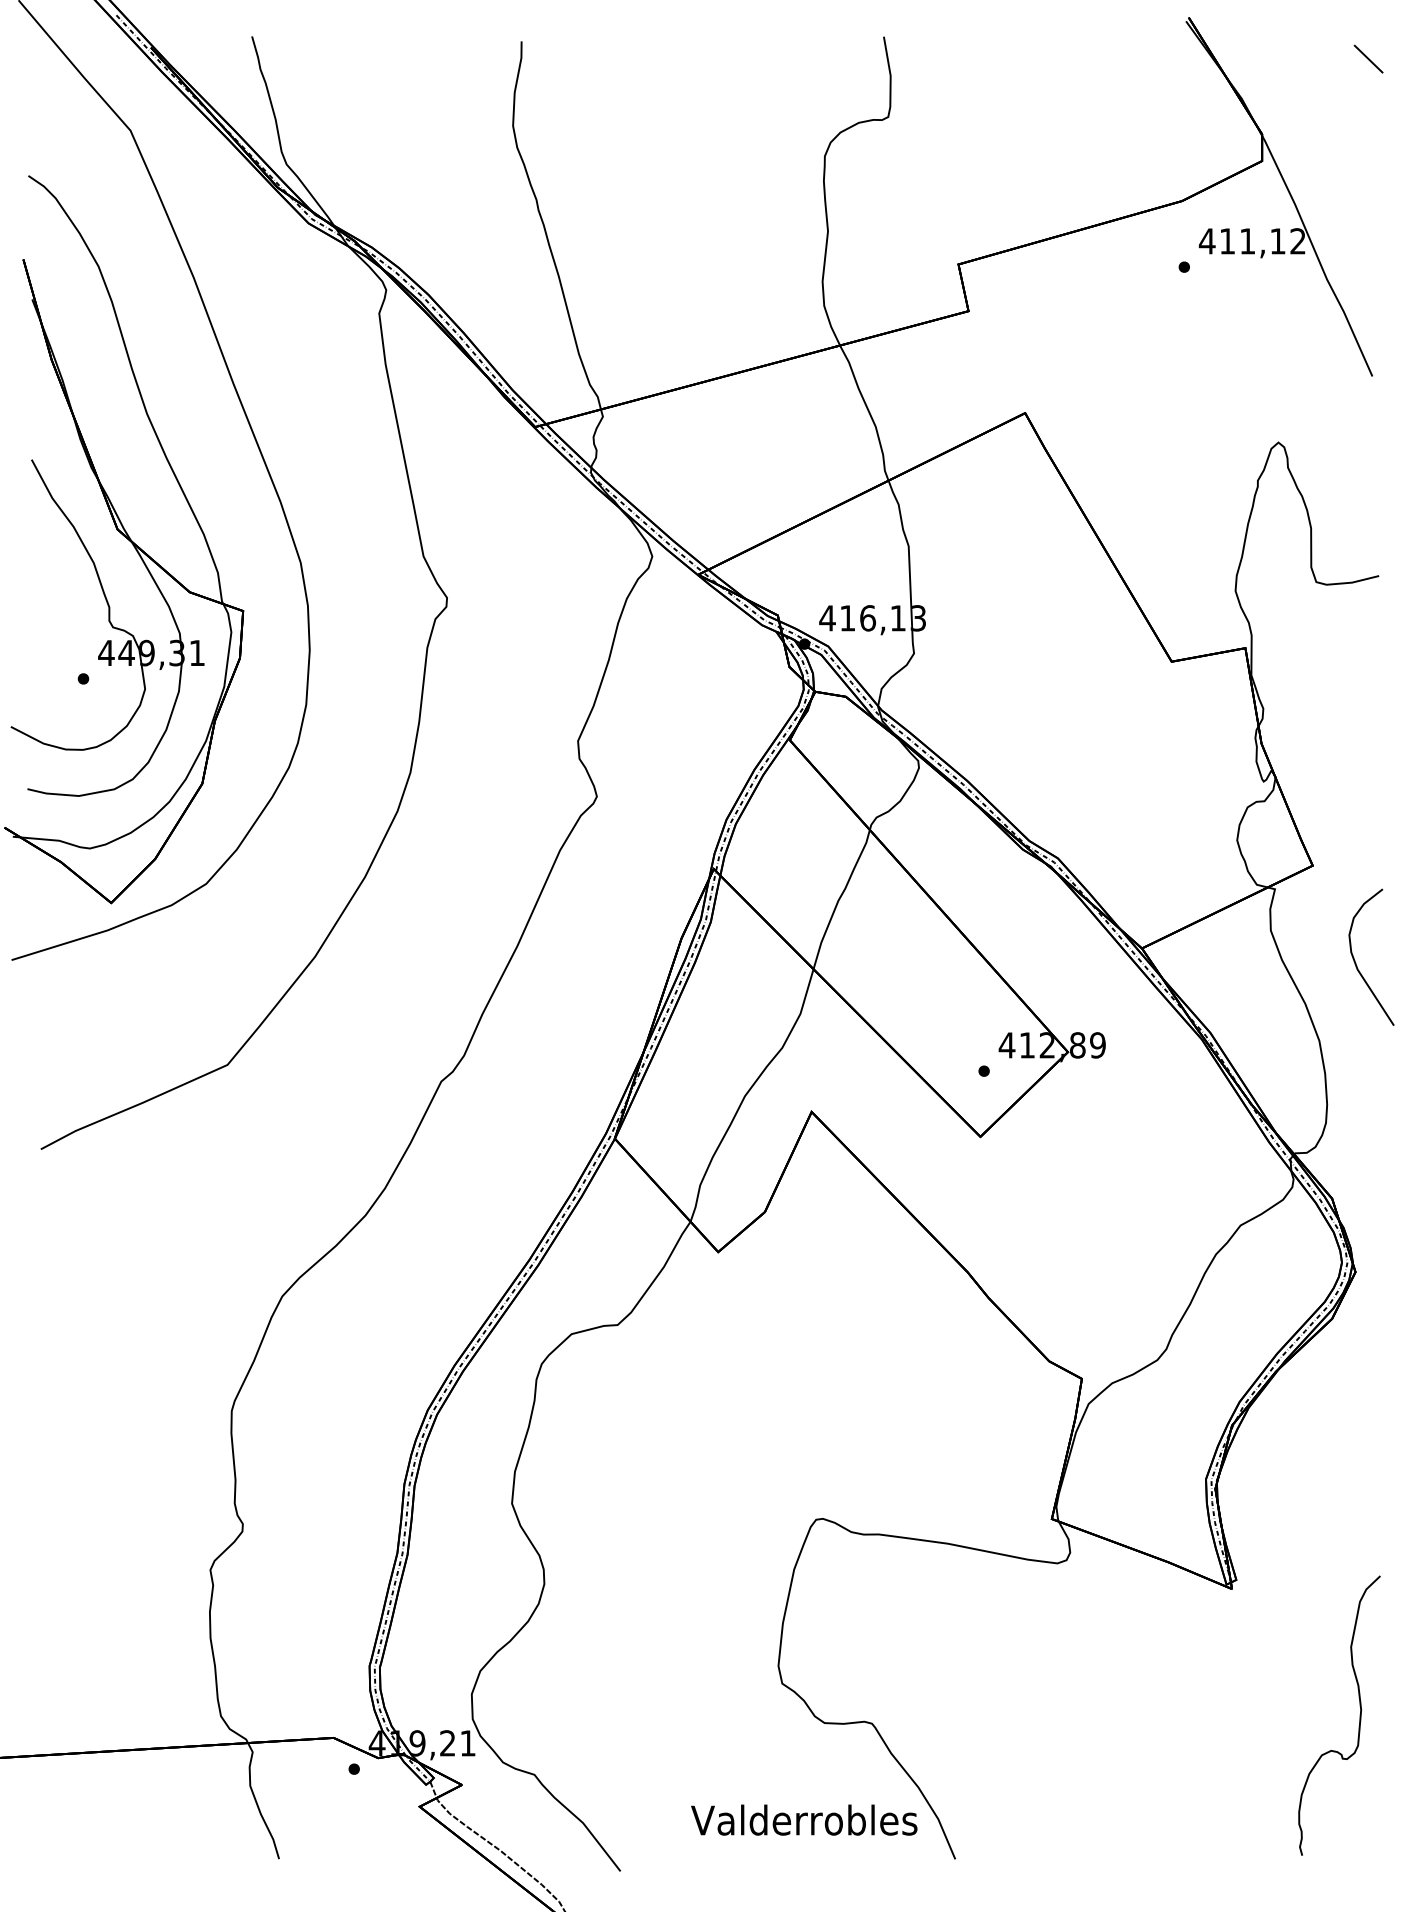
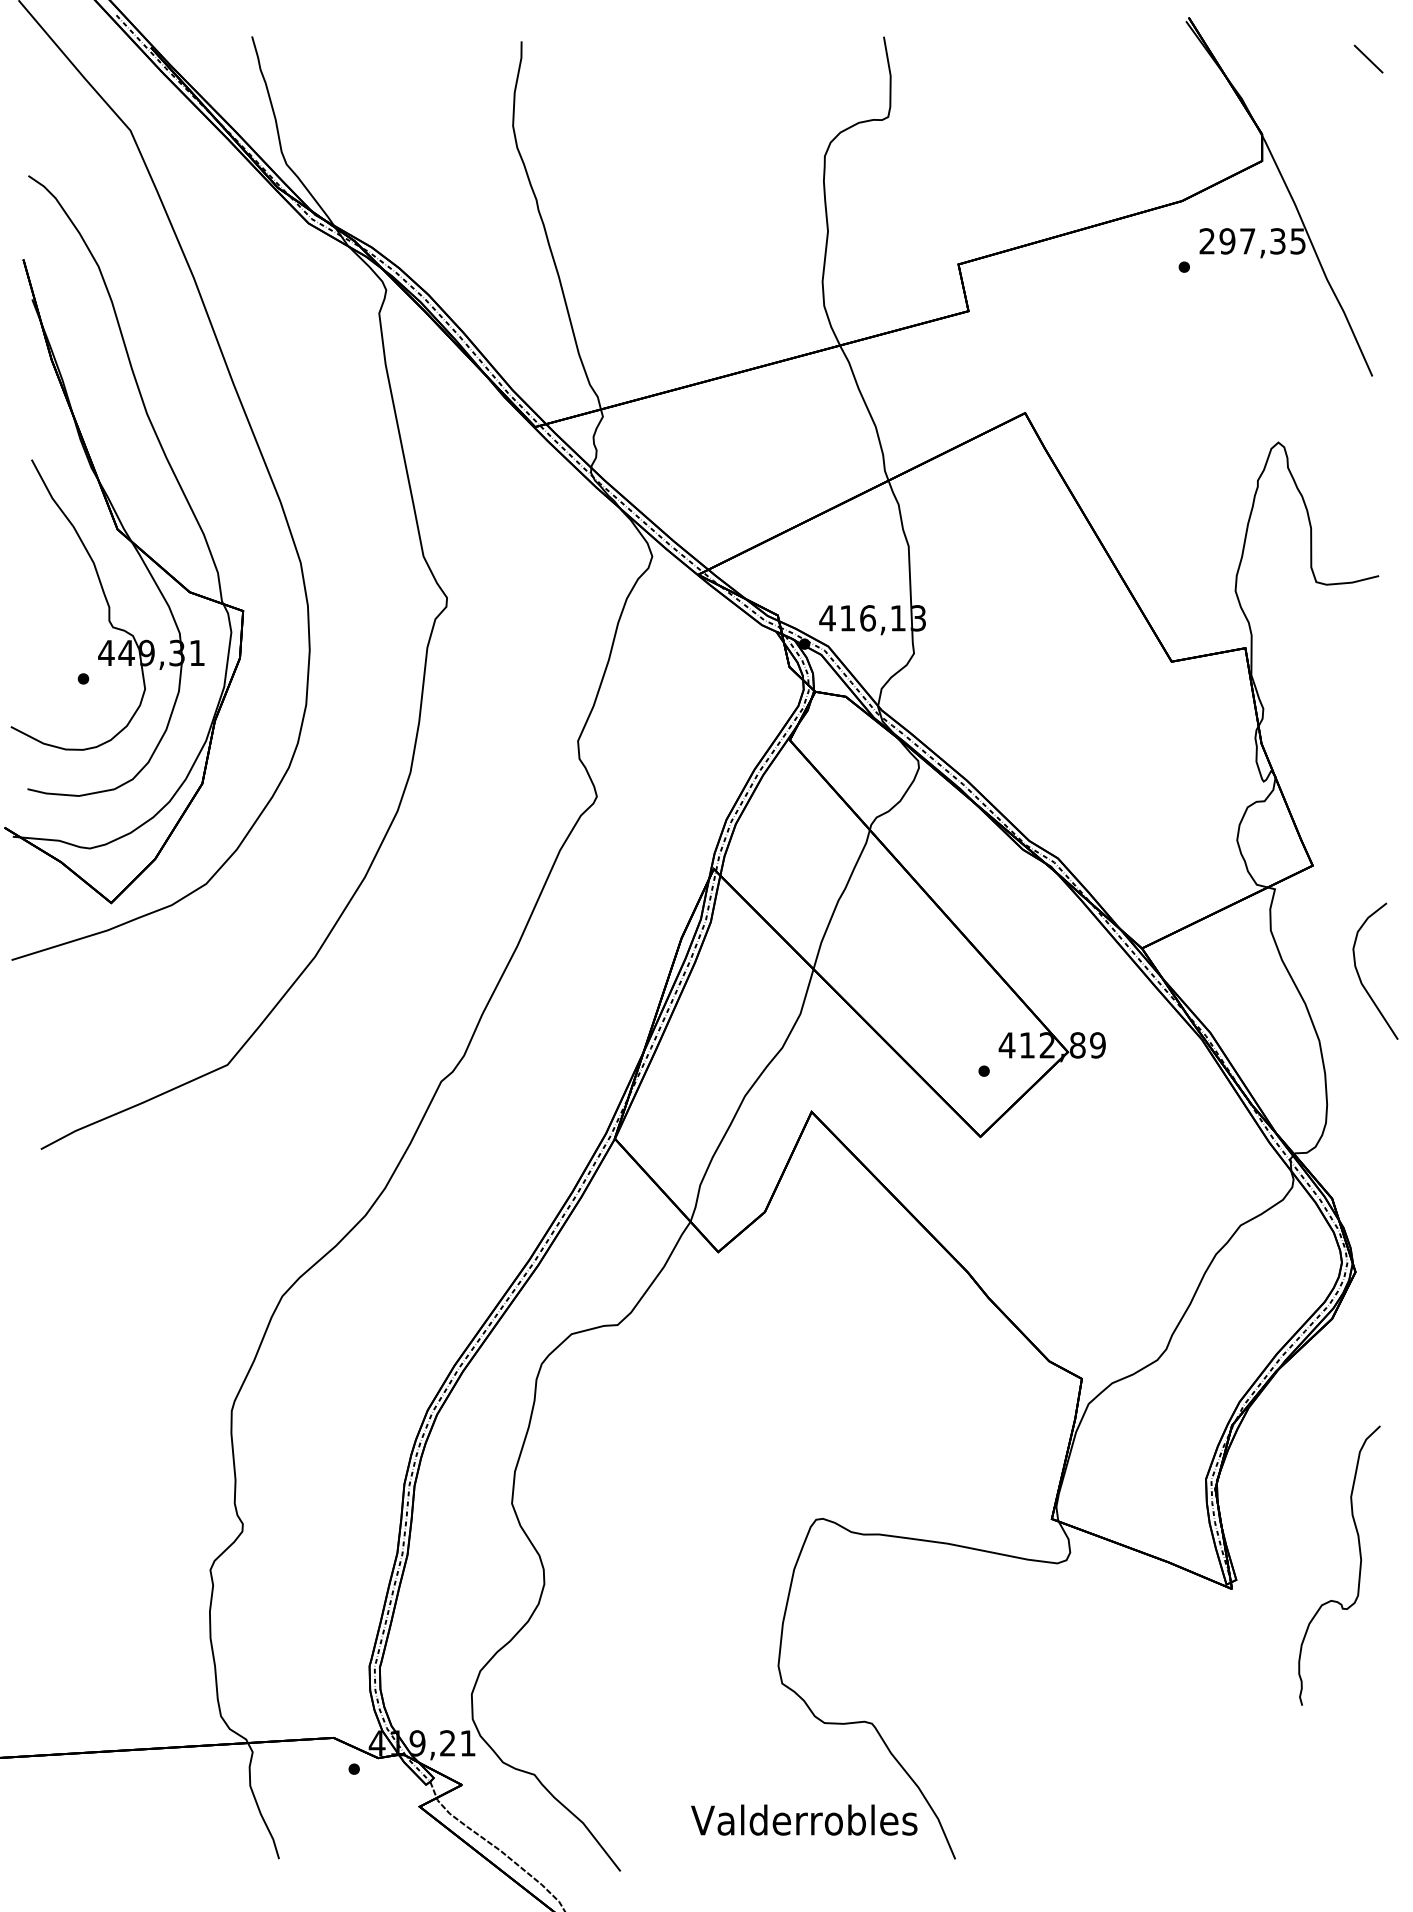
text at (1251, 241): 411,12 -> 297,35
curve at (1355, 960) position: (1355, 960) -> (1359, 974)
curve at (1359, 1715) position: (1359, 1715) -> (1359, 1565)
